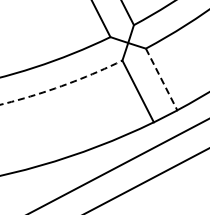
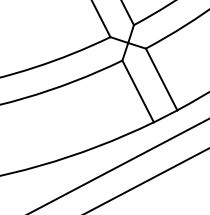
line at (161, 79): dashed -> solid
arc at (62, 85): dashed -> solid
